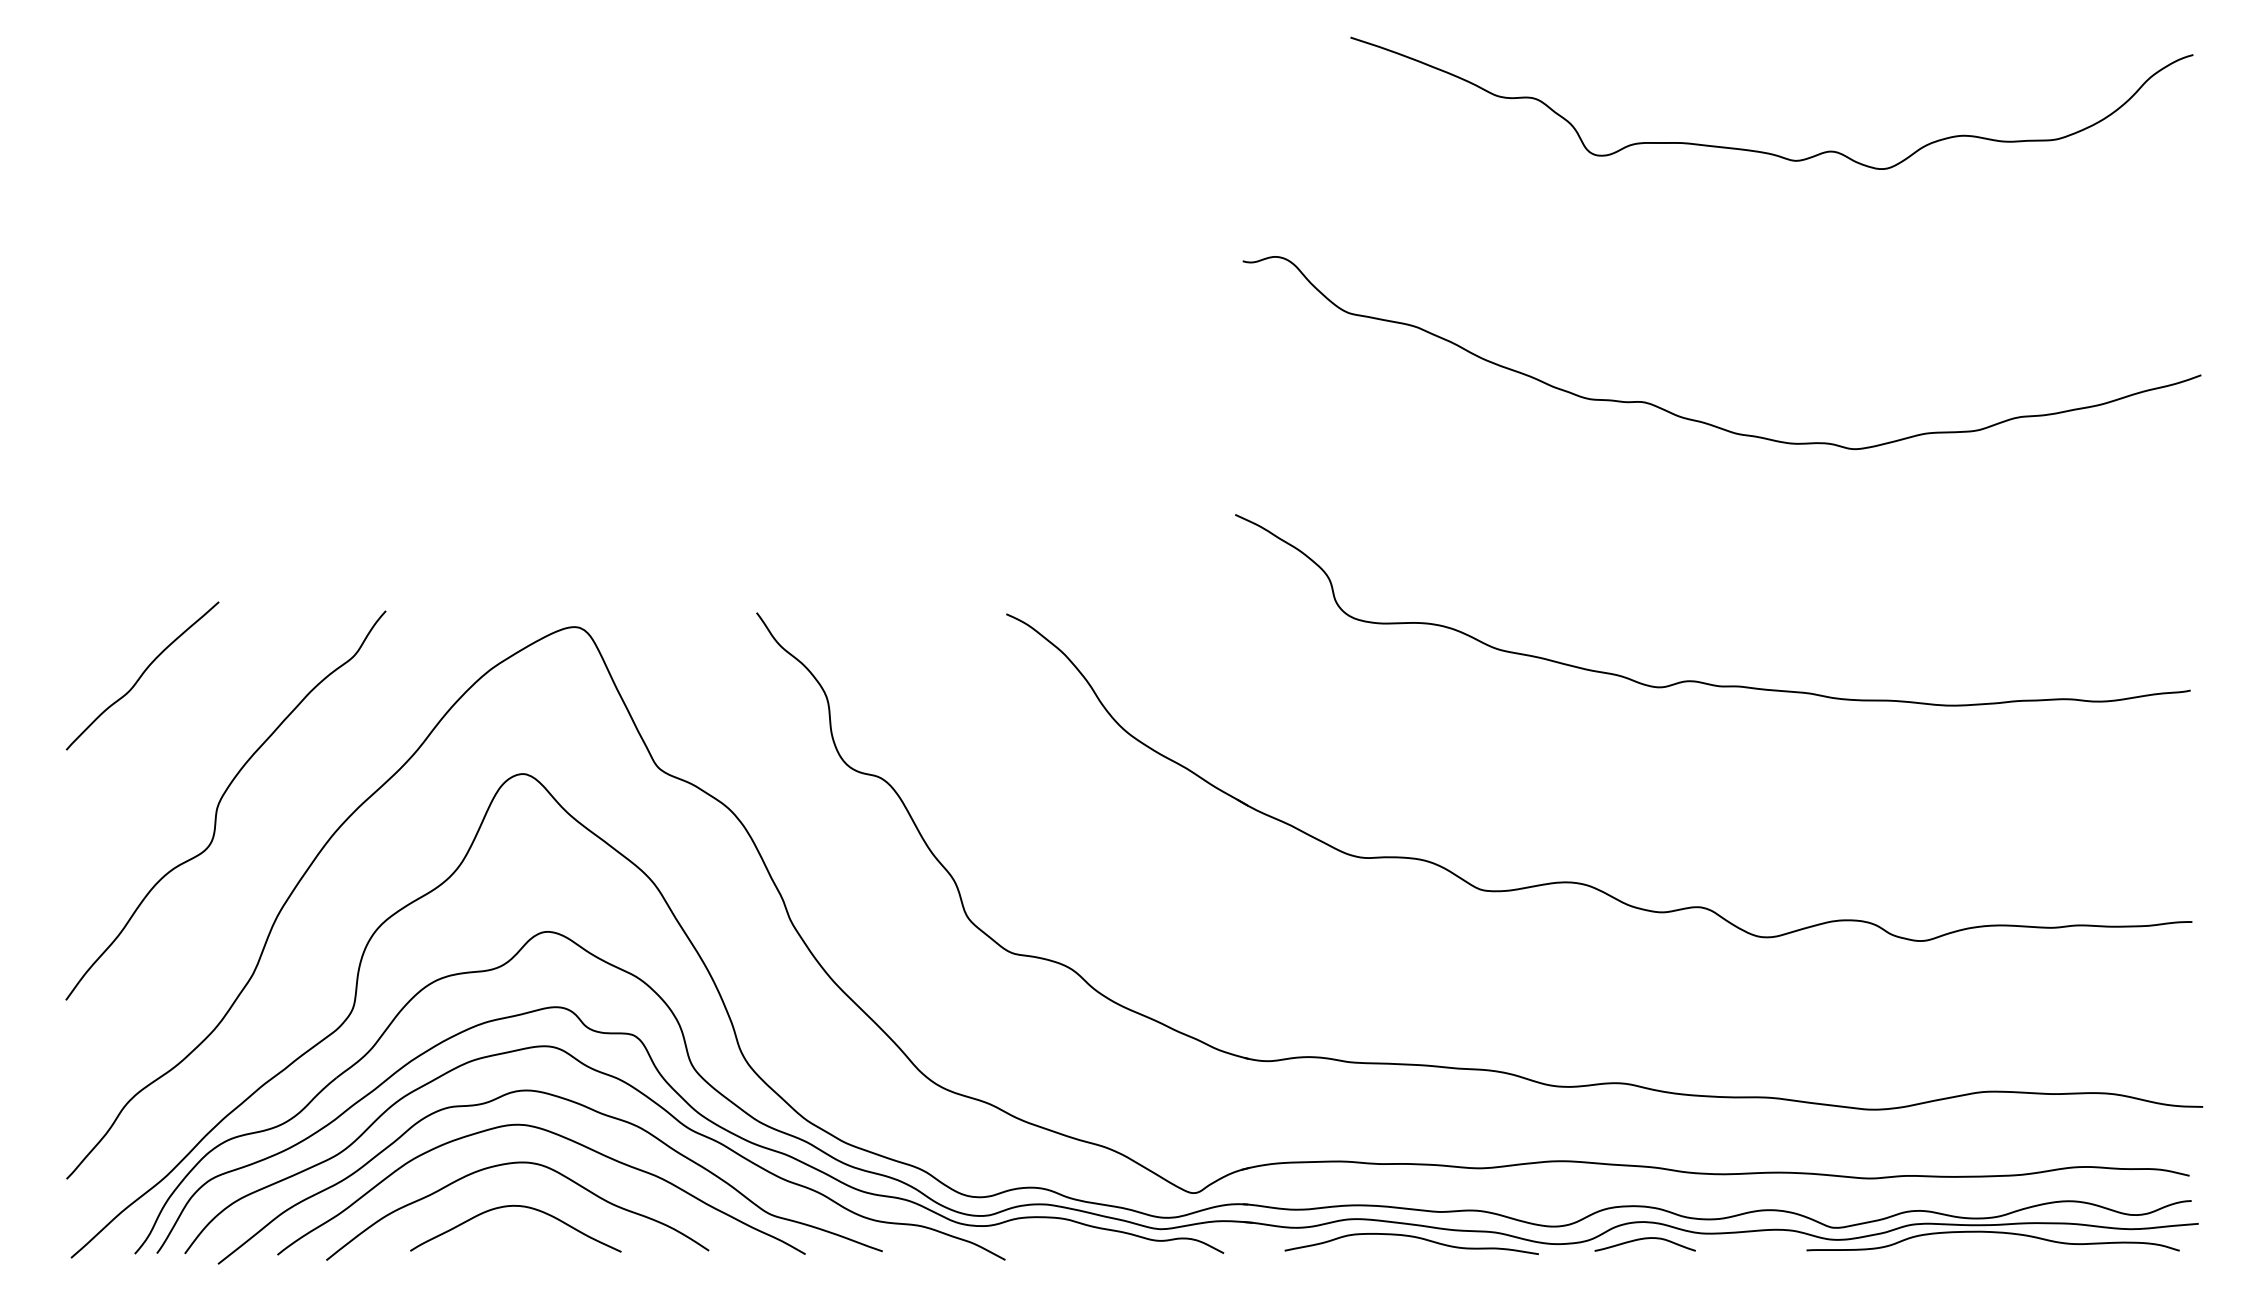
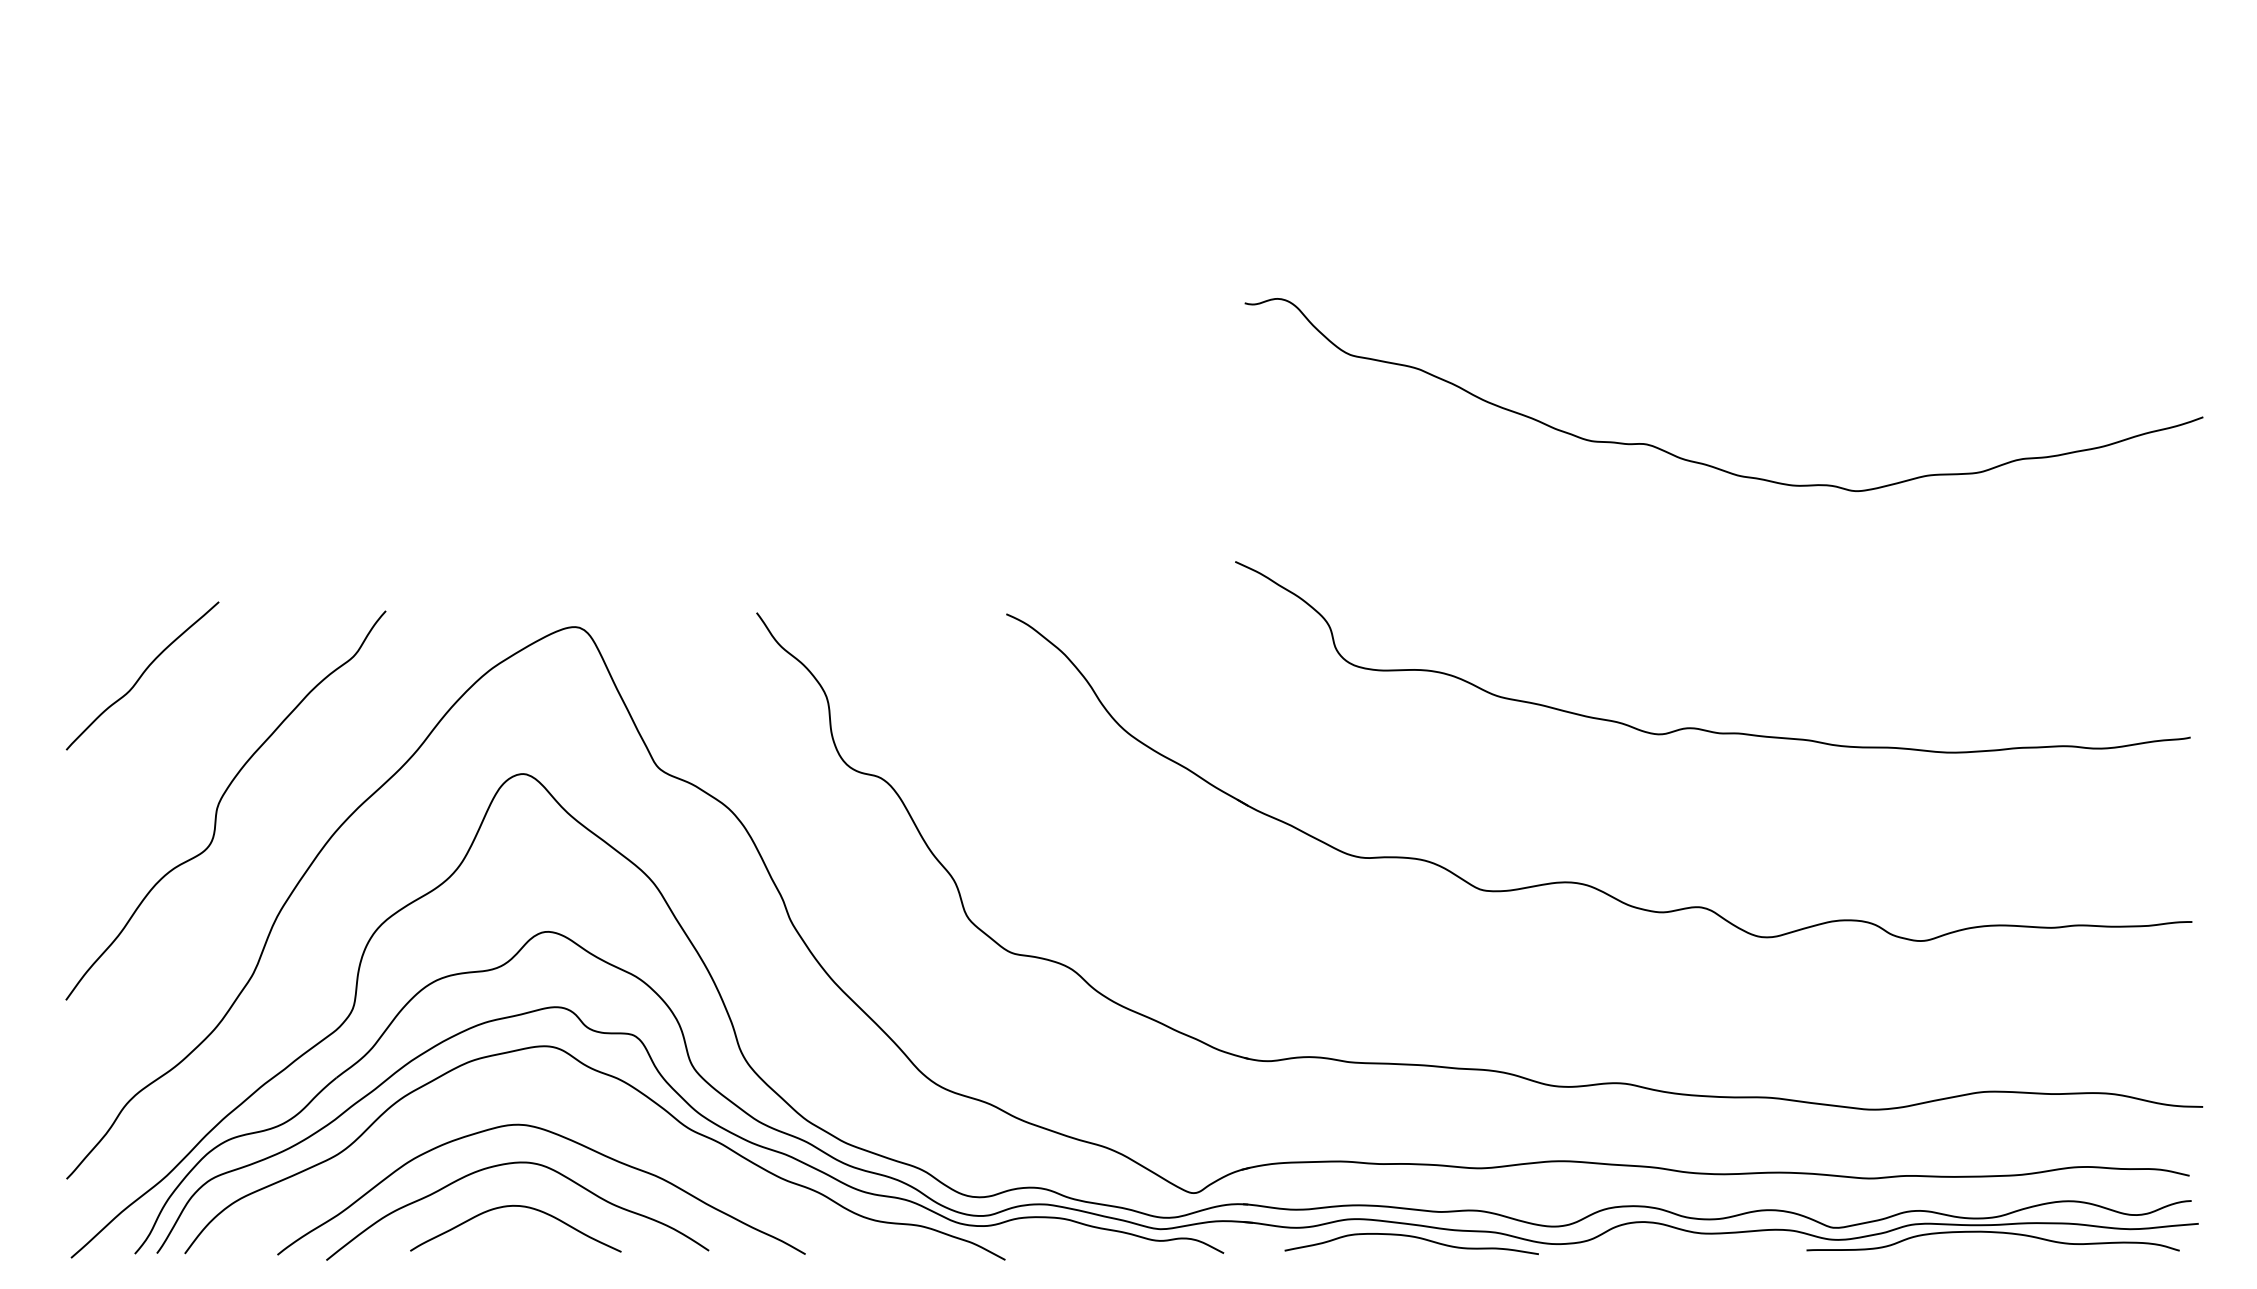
curve at (1764, 151): present -> none
curve at (1700, 420) position: (1700, 420) -> (1702, 462)
curve at (1696, 680) position: (1696, 680) -> (1696, 727)
curve at (579, 1105): present -> none
curve at (1644, 1239): present -> none
